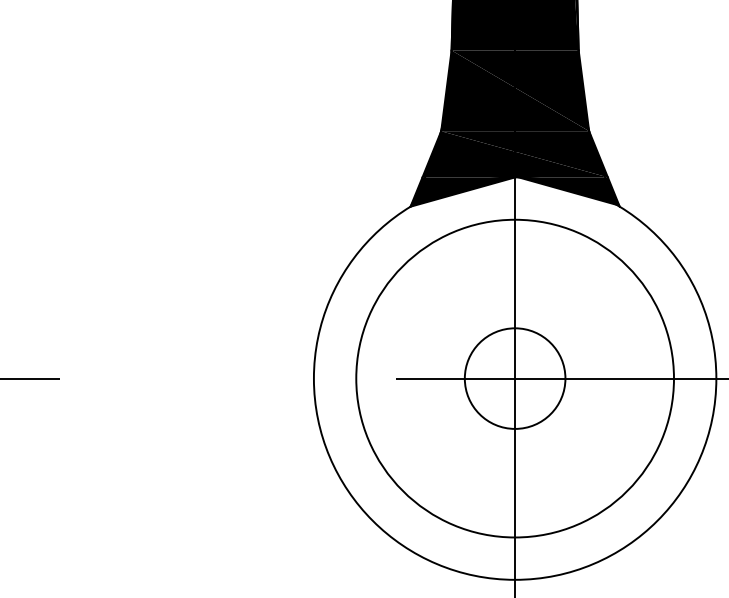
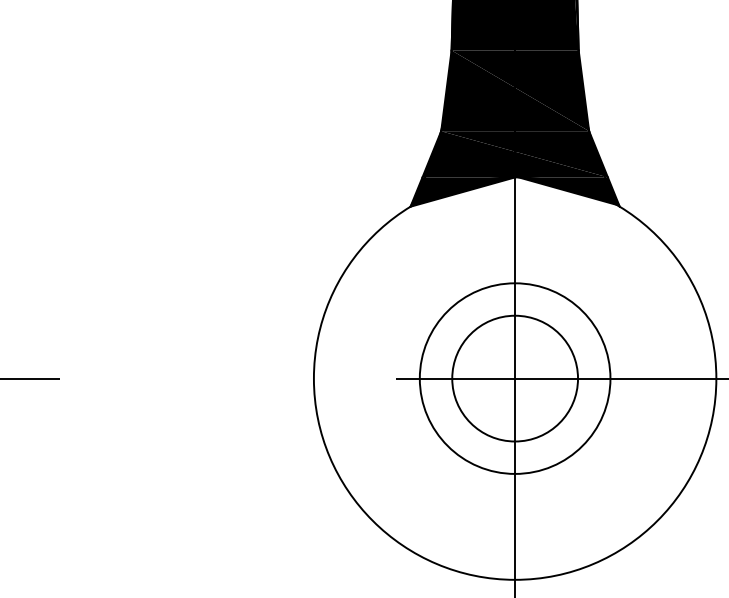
circle at (514, 378) diameter: 101 px -> 126 px
circle at (514, 378) diameter: 318 px -> 191 px
